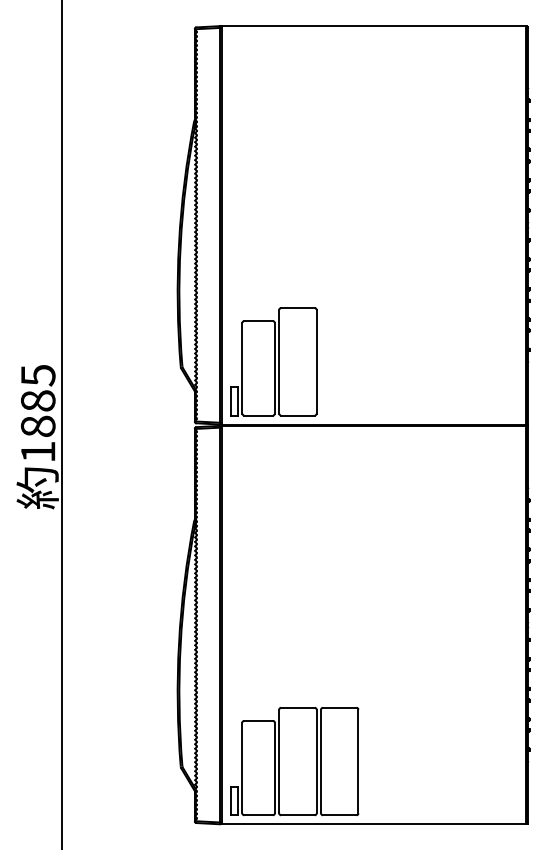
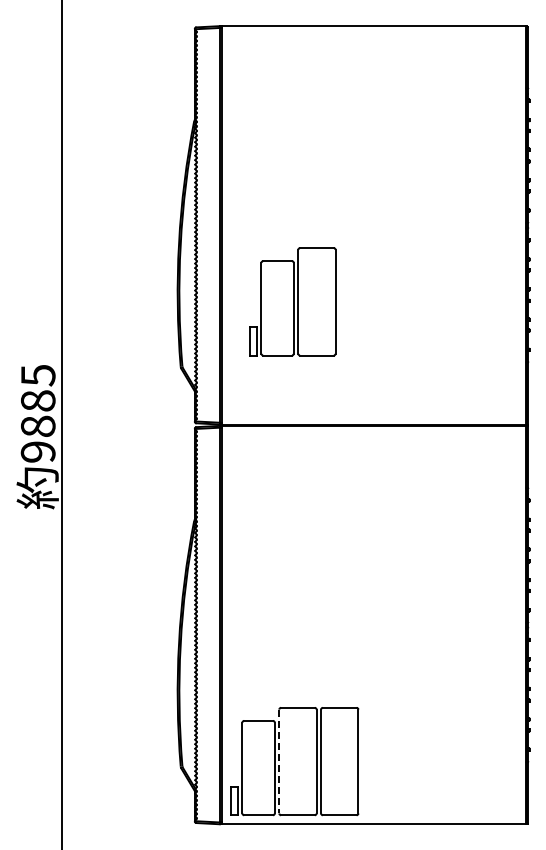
part at (273, 361) position: (273, 361) -> (292, 301)
text at (37, 451): 1885 -> 9885
line at (279, 761): solid -> dashed
